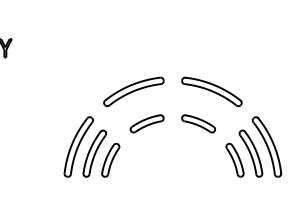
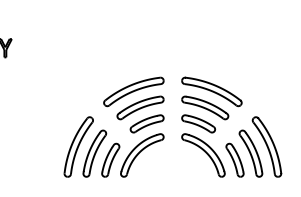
part at (140, 107): none -> present
part at (205, 107): none -> present
part at (142, 155): none -> present
part at (203, 155): none -> present
